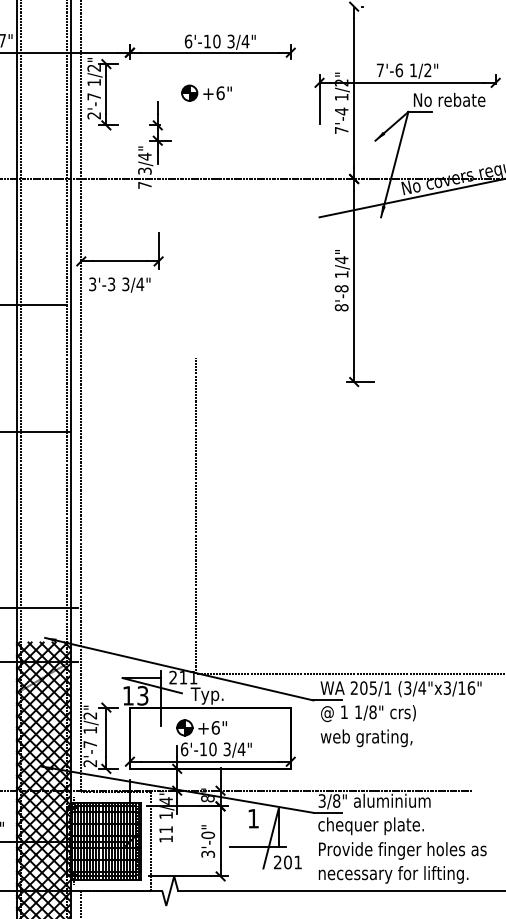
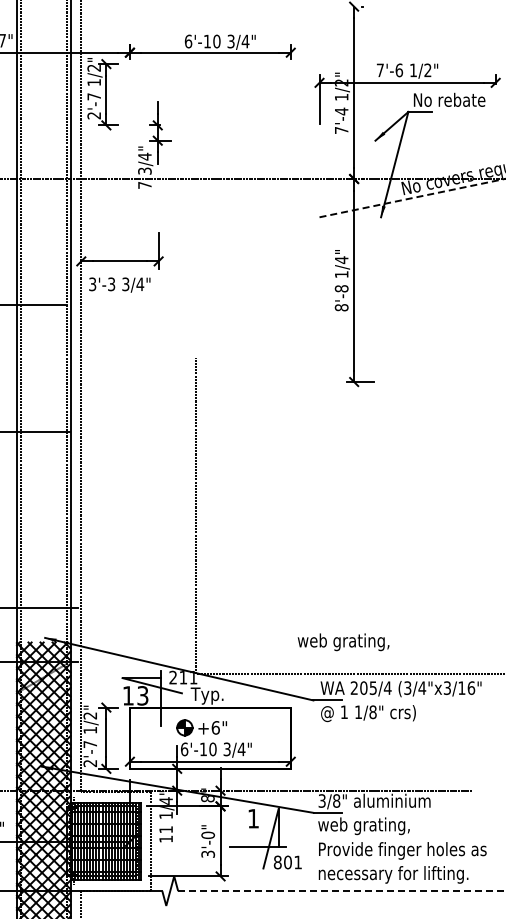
part at (206, 92): present -> none
line at (412, 198): solid -> dashed
text at (387, 687): 205/1 -> 205/4
text at (366, 738) position: (366, 738) -> (343, 642)
text at (370, 826): chequer plate. -> web grating,
text at (277, 862): 201 -> 801
line at (342, 891): solid -> dashed
